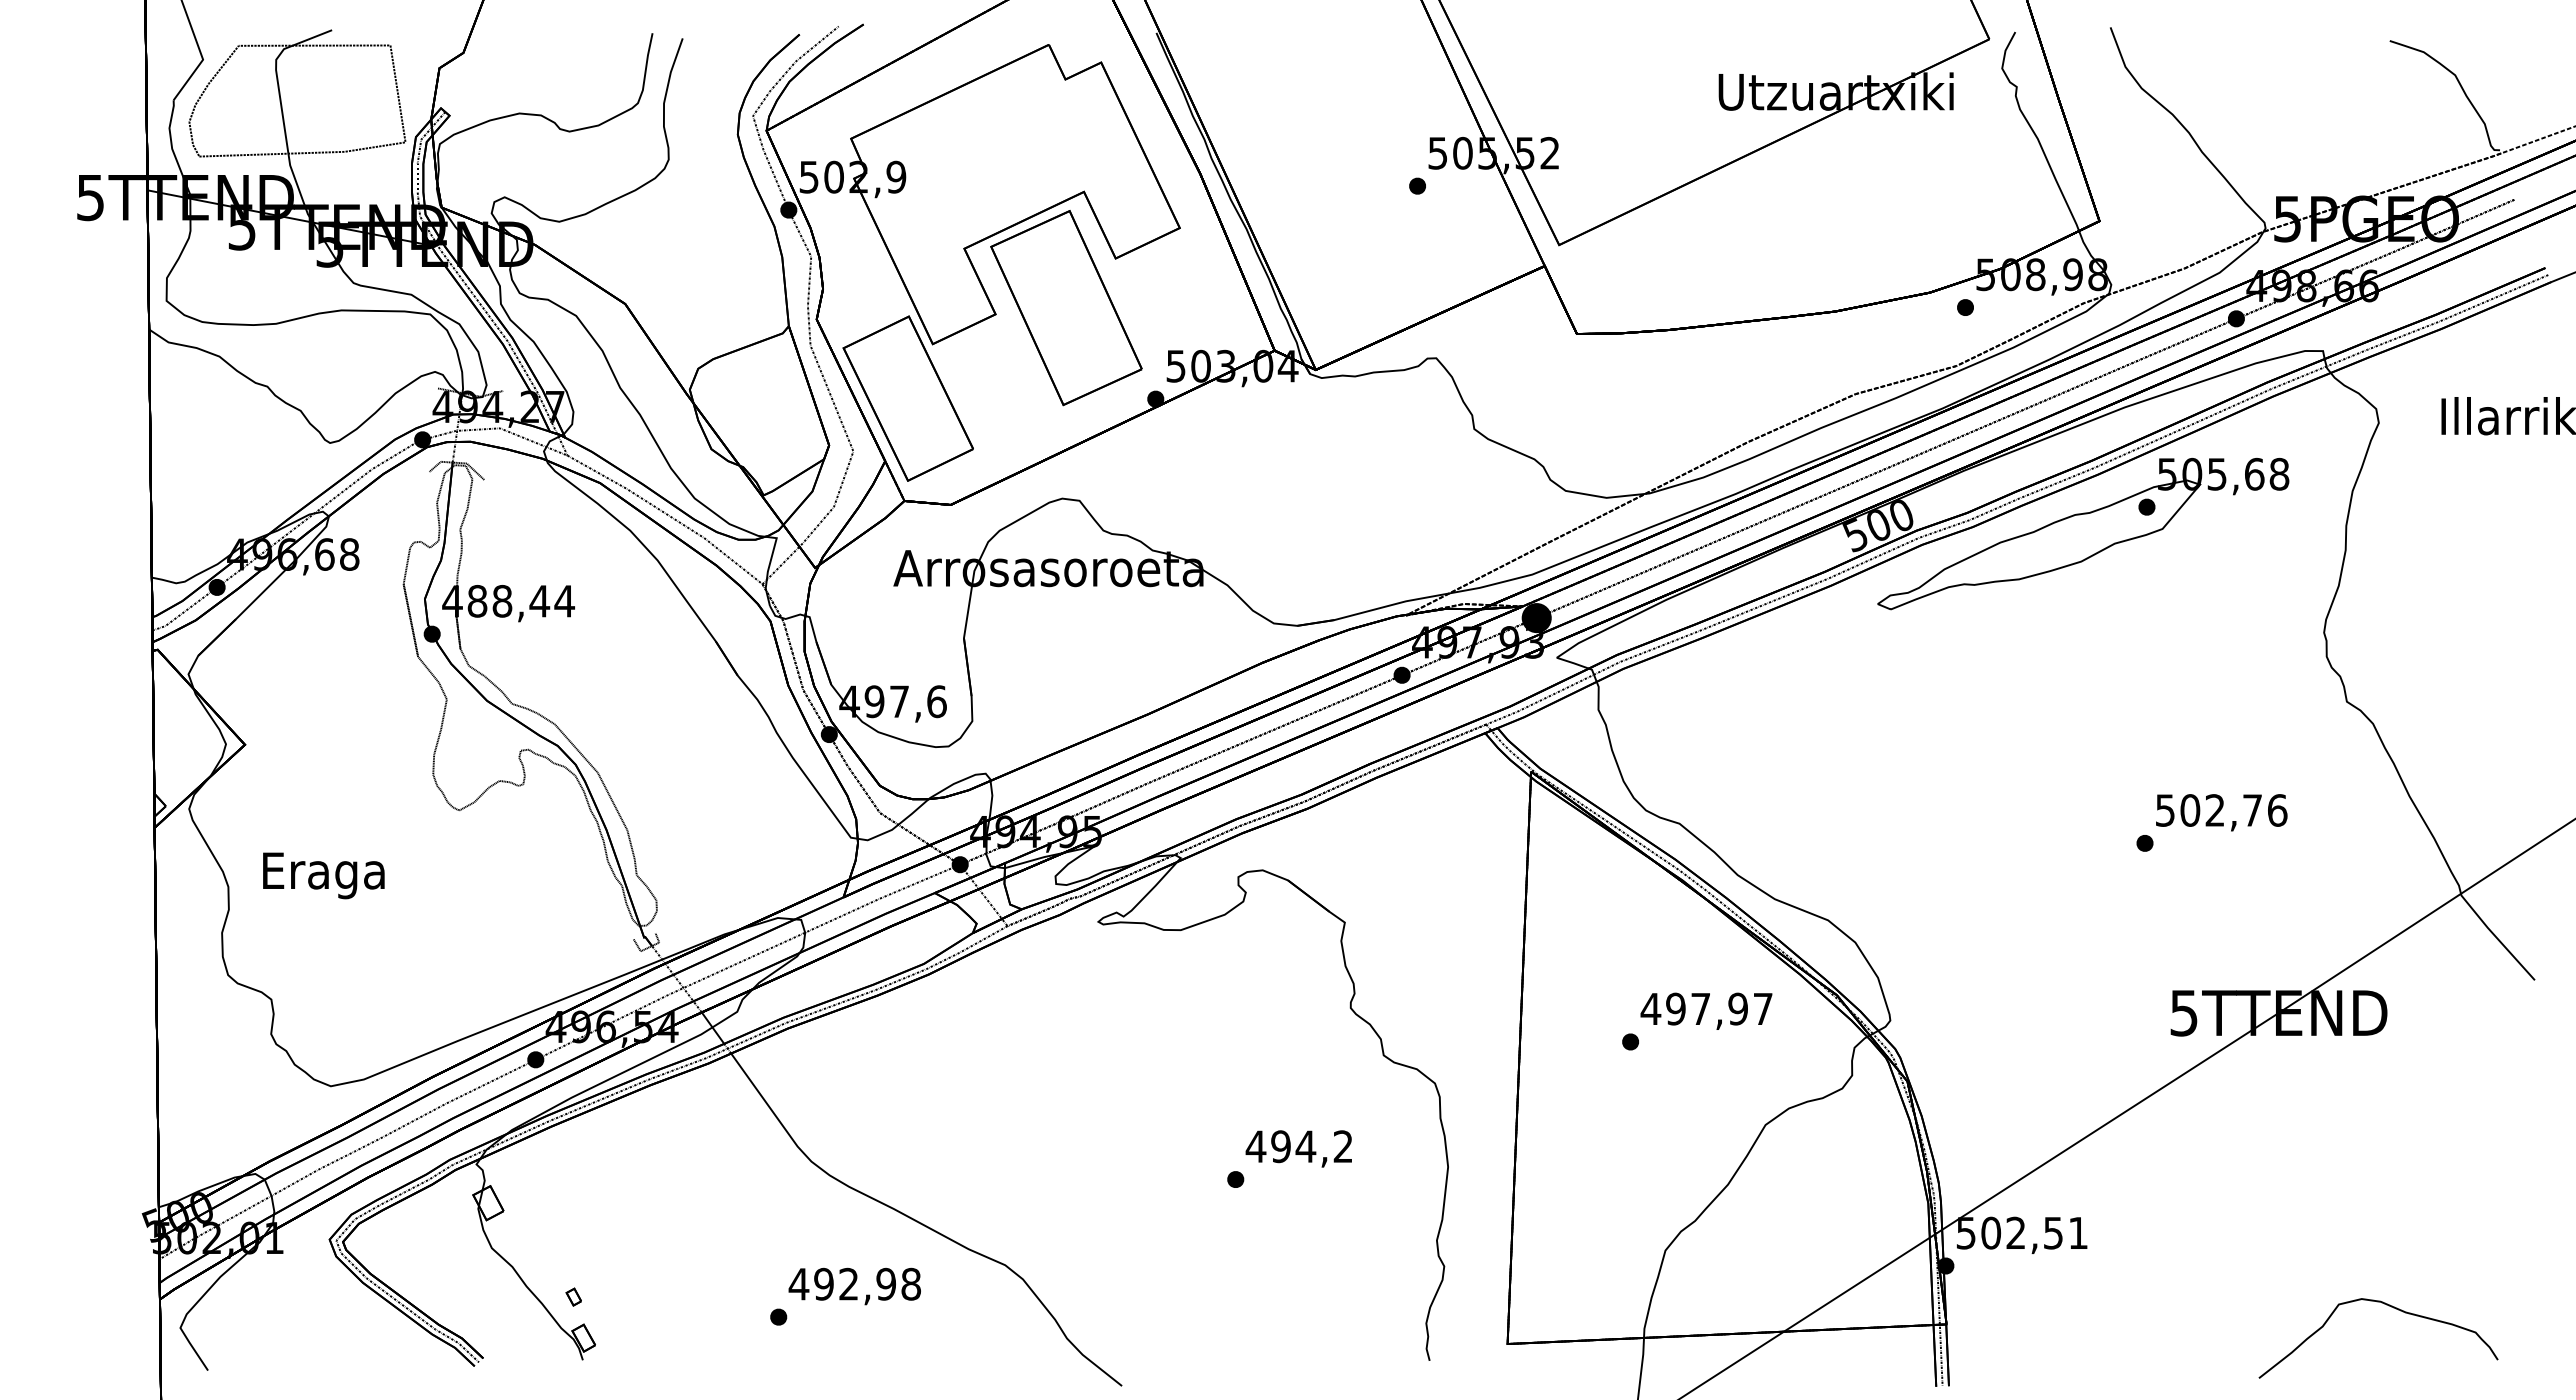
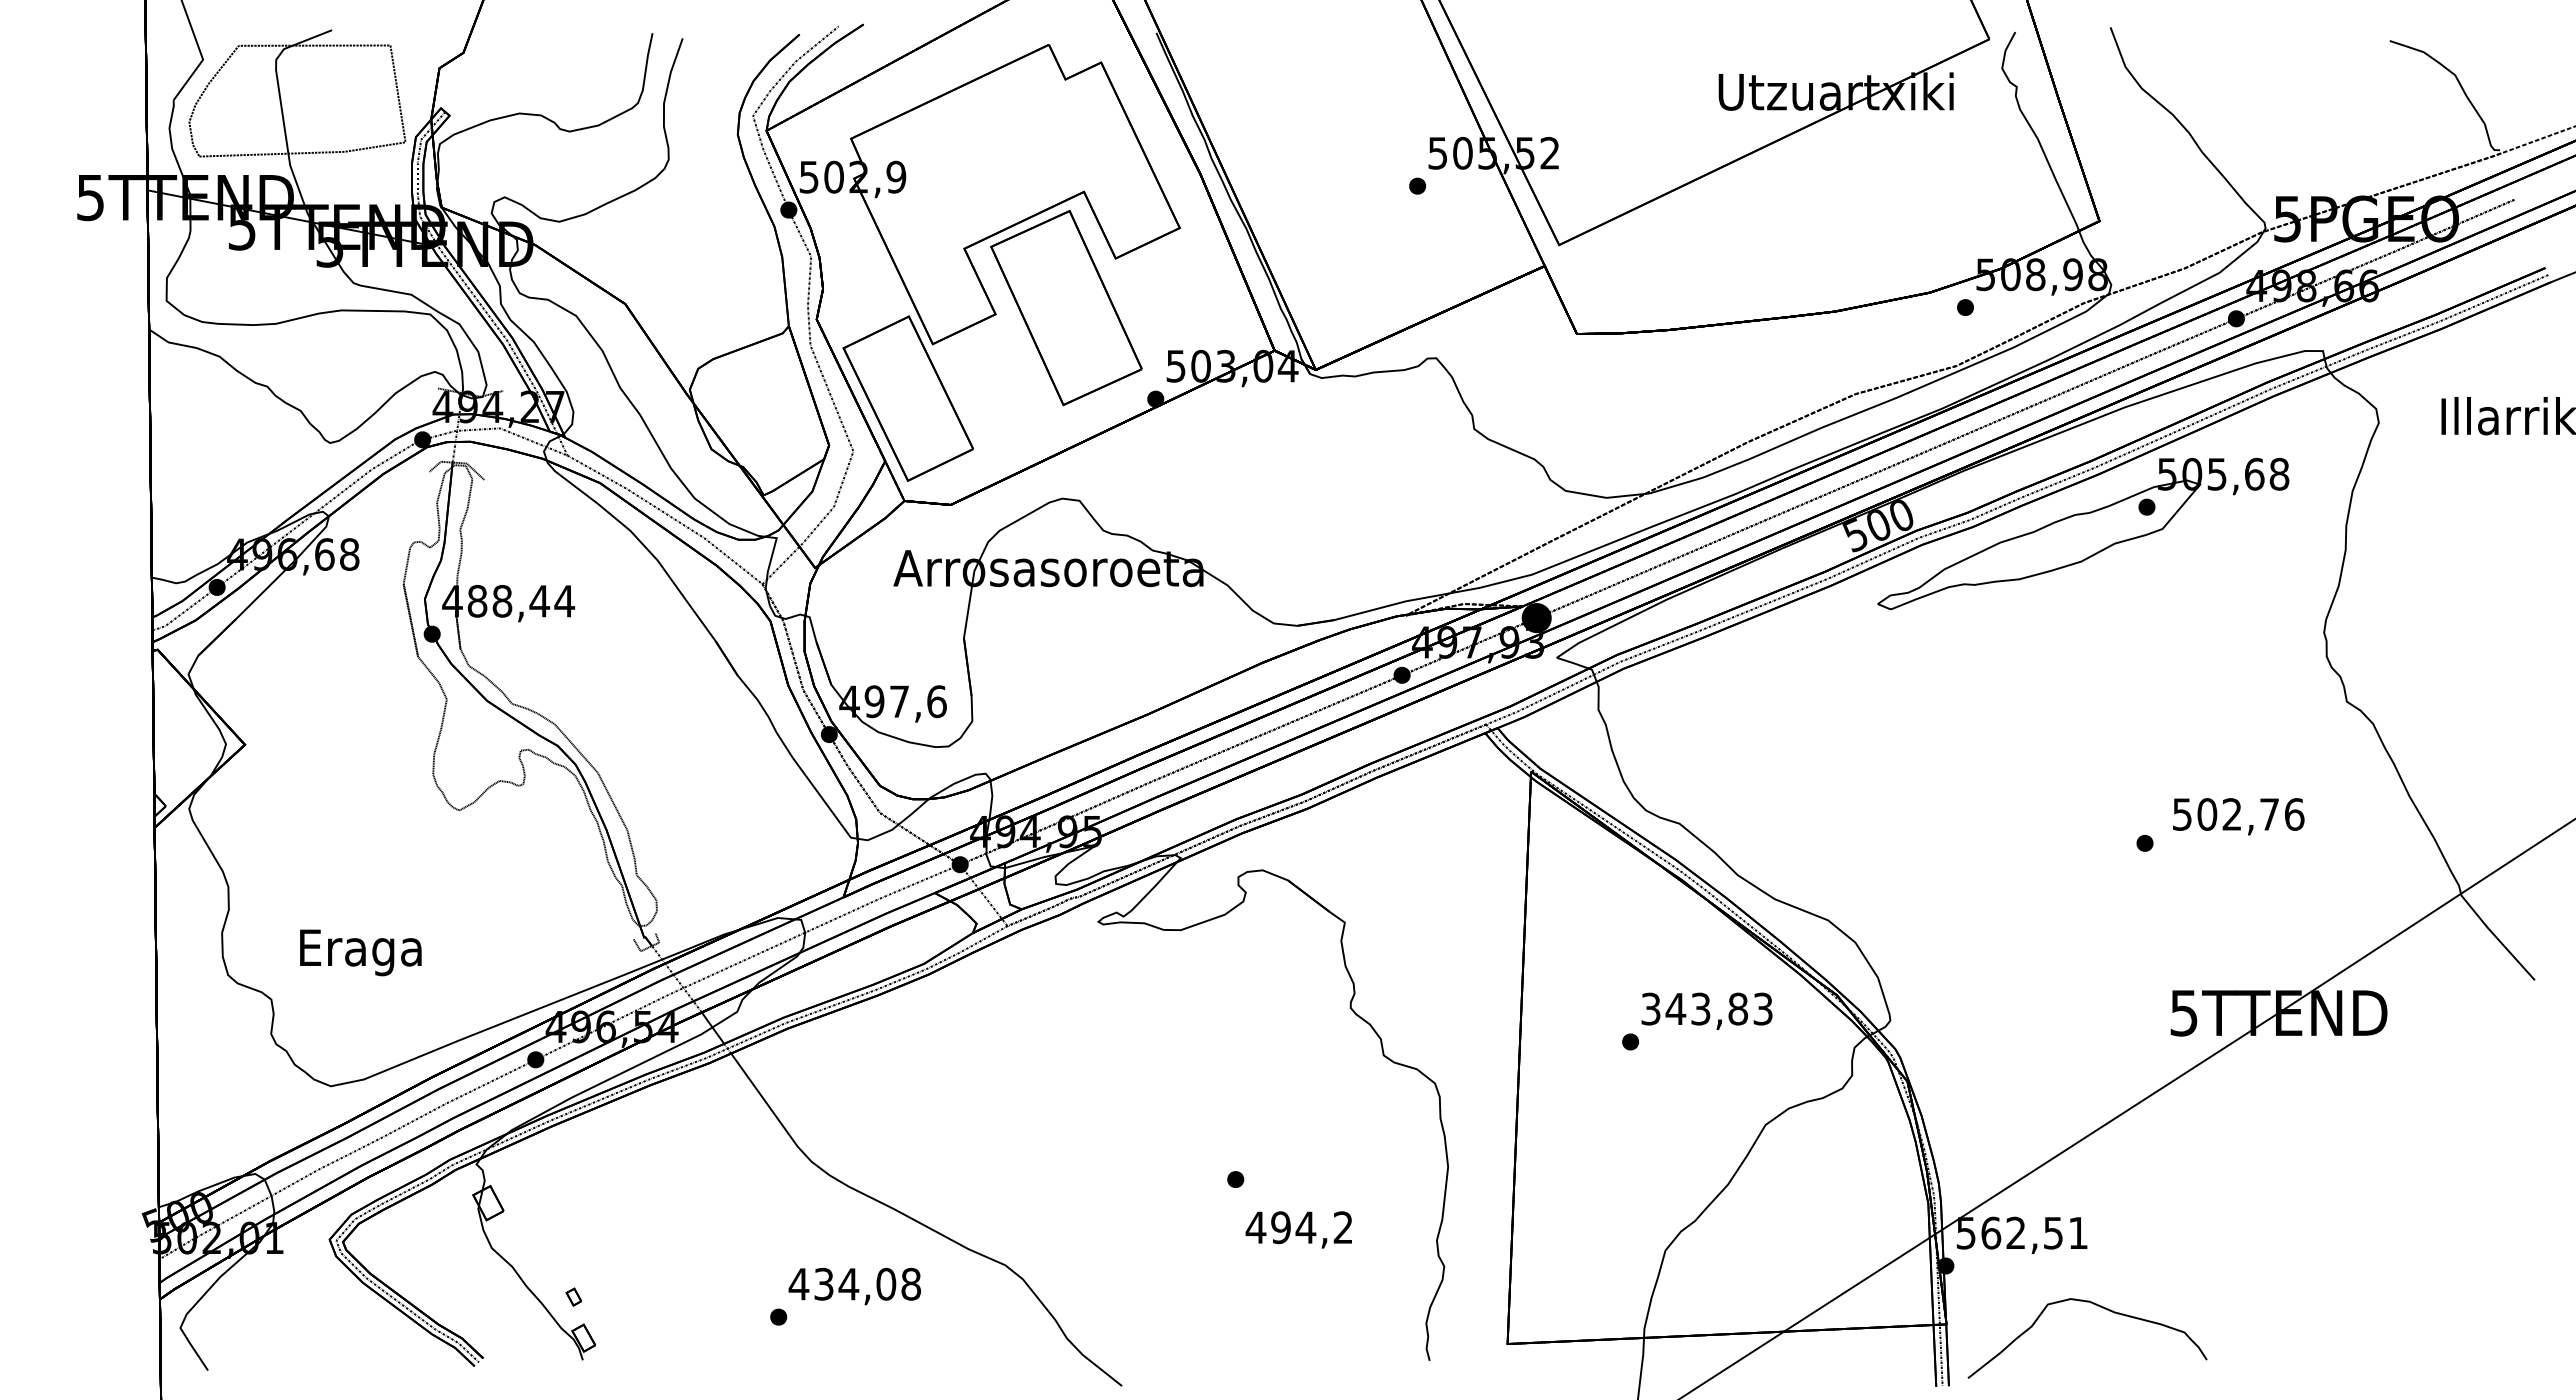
text at (2221, 812) position: (2221, 812) -> (2238, 816)
text at (323, 875) position: (323, 875) -> (360, 952)
text at (1706, 1008): 497,97 -> 343,83
text at (1298, 1148) position: (1298, 1148) -> (1298, 1229)
text at (1991, 1232): 502,51 -> 562,51
text at (855, 1283): 492,98 -> 434,08
curve at (2388, 1306) position: (2388, 1306) -> (2097, 1306)
